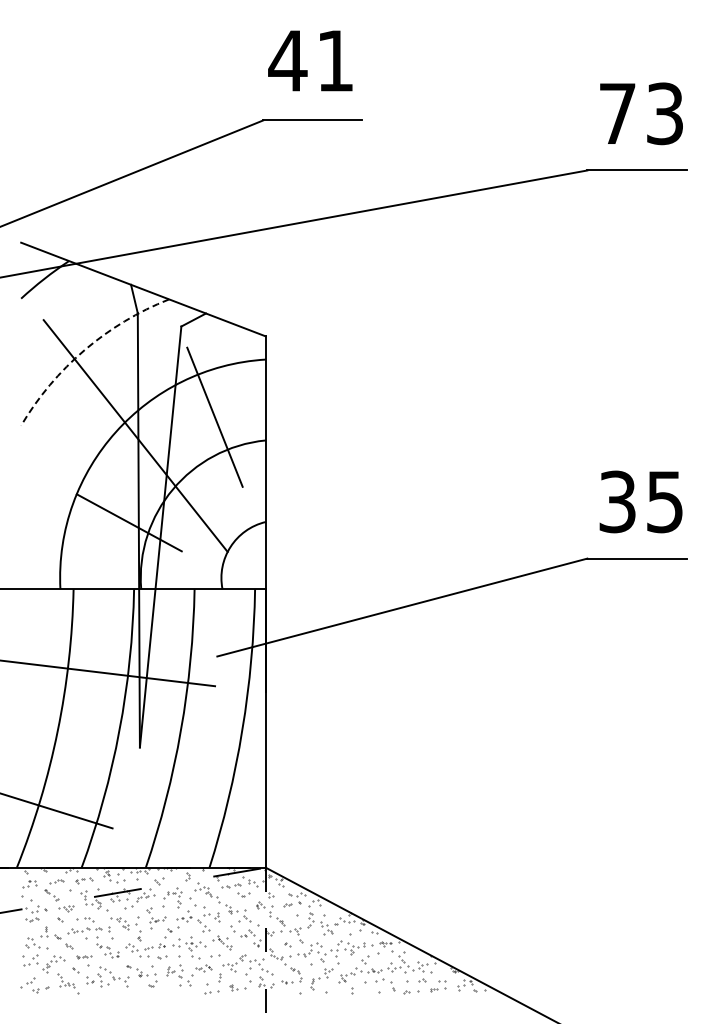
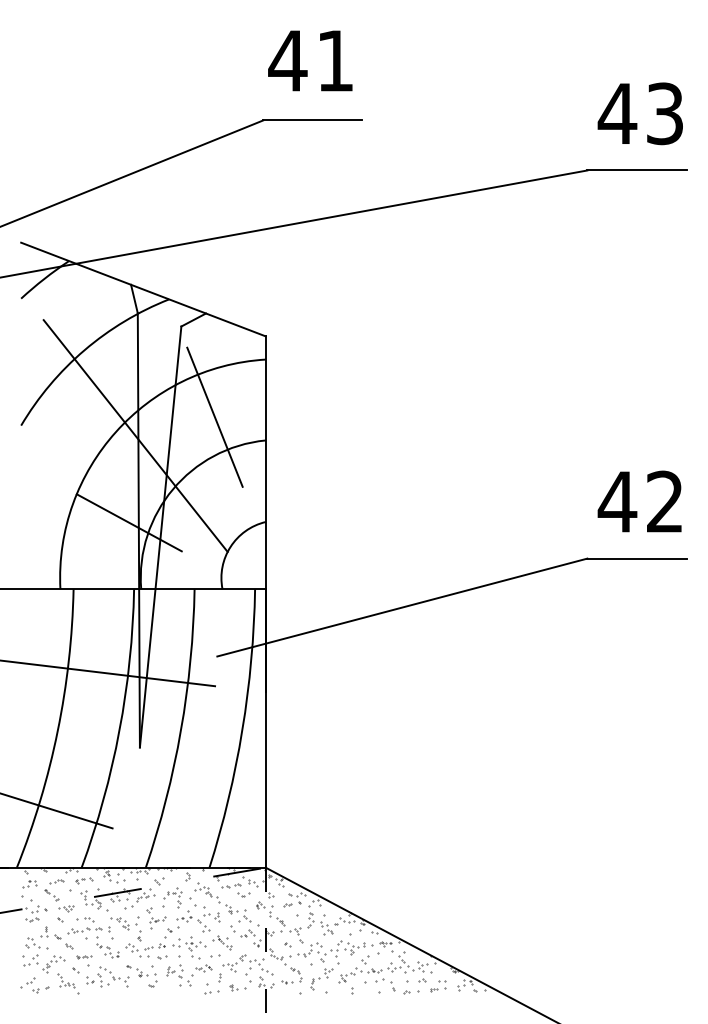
text at (617, 113): 73 -> 43
arc at (84, 350): dashed -> solid
text at (639, 501): 35 -> 42
